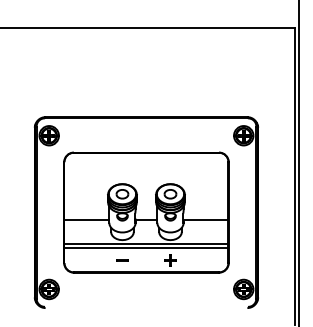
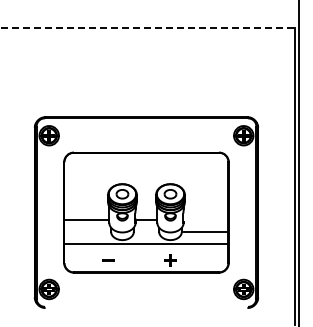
line at (148, 27): solid -> dashed
line at (205, 219) position: (205, 219) -> (205, 231)
line at (146, 248): present -> none
line at (122, 260) position: (122, 260) -> (108, 260)
